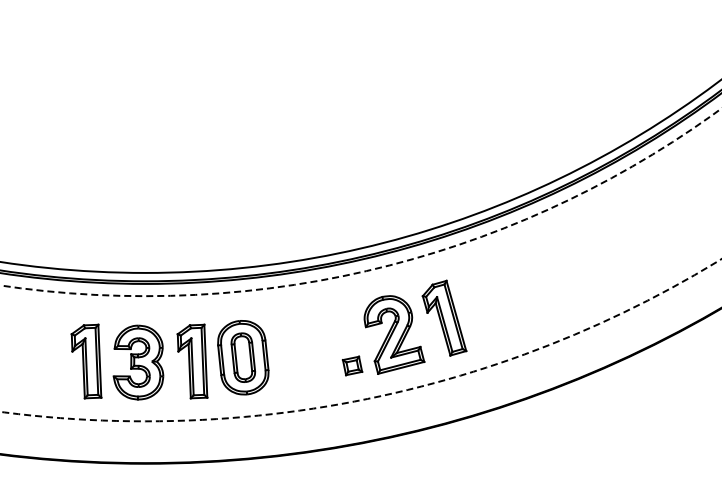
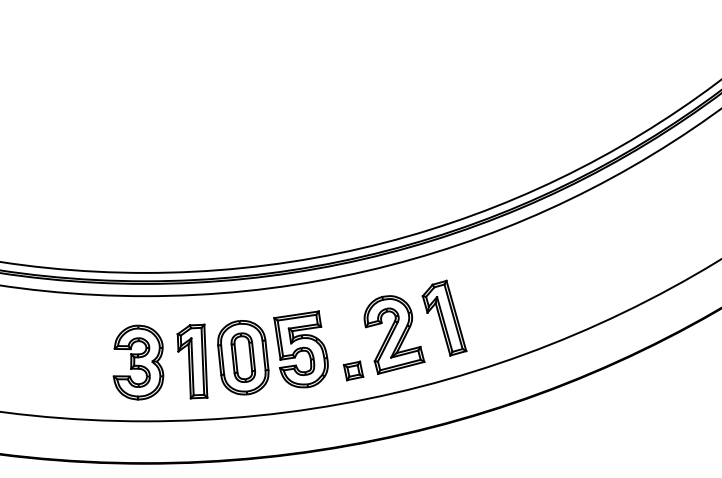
circle at (360, 202): dashed -> solid
circle at (360, 339): dashed -> solid
part at (300, 349): none -> present
part at (86, 361): present -> none
part at (352, 365) position: (352, 365) -> (353, 370)
